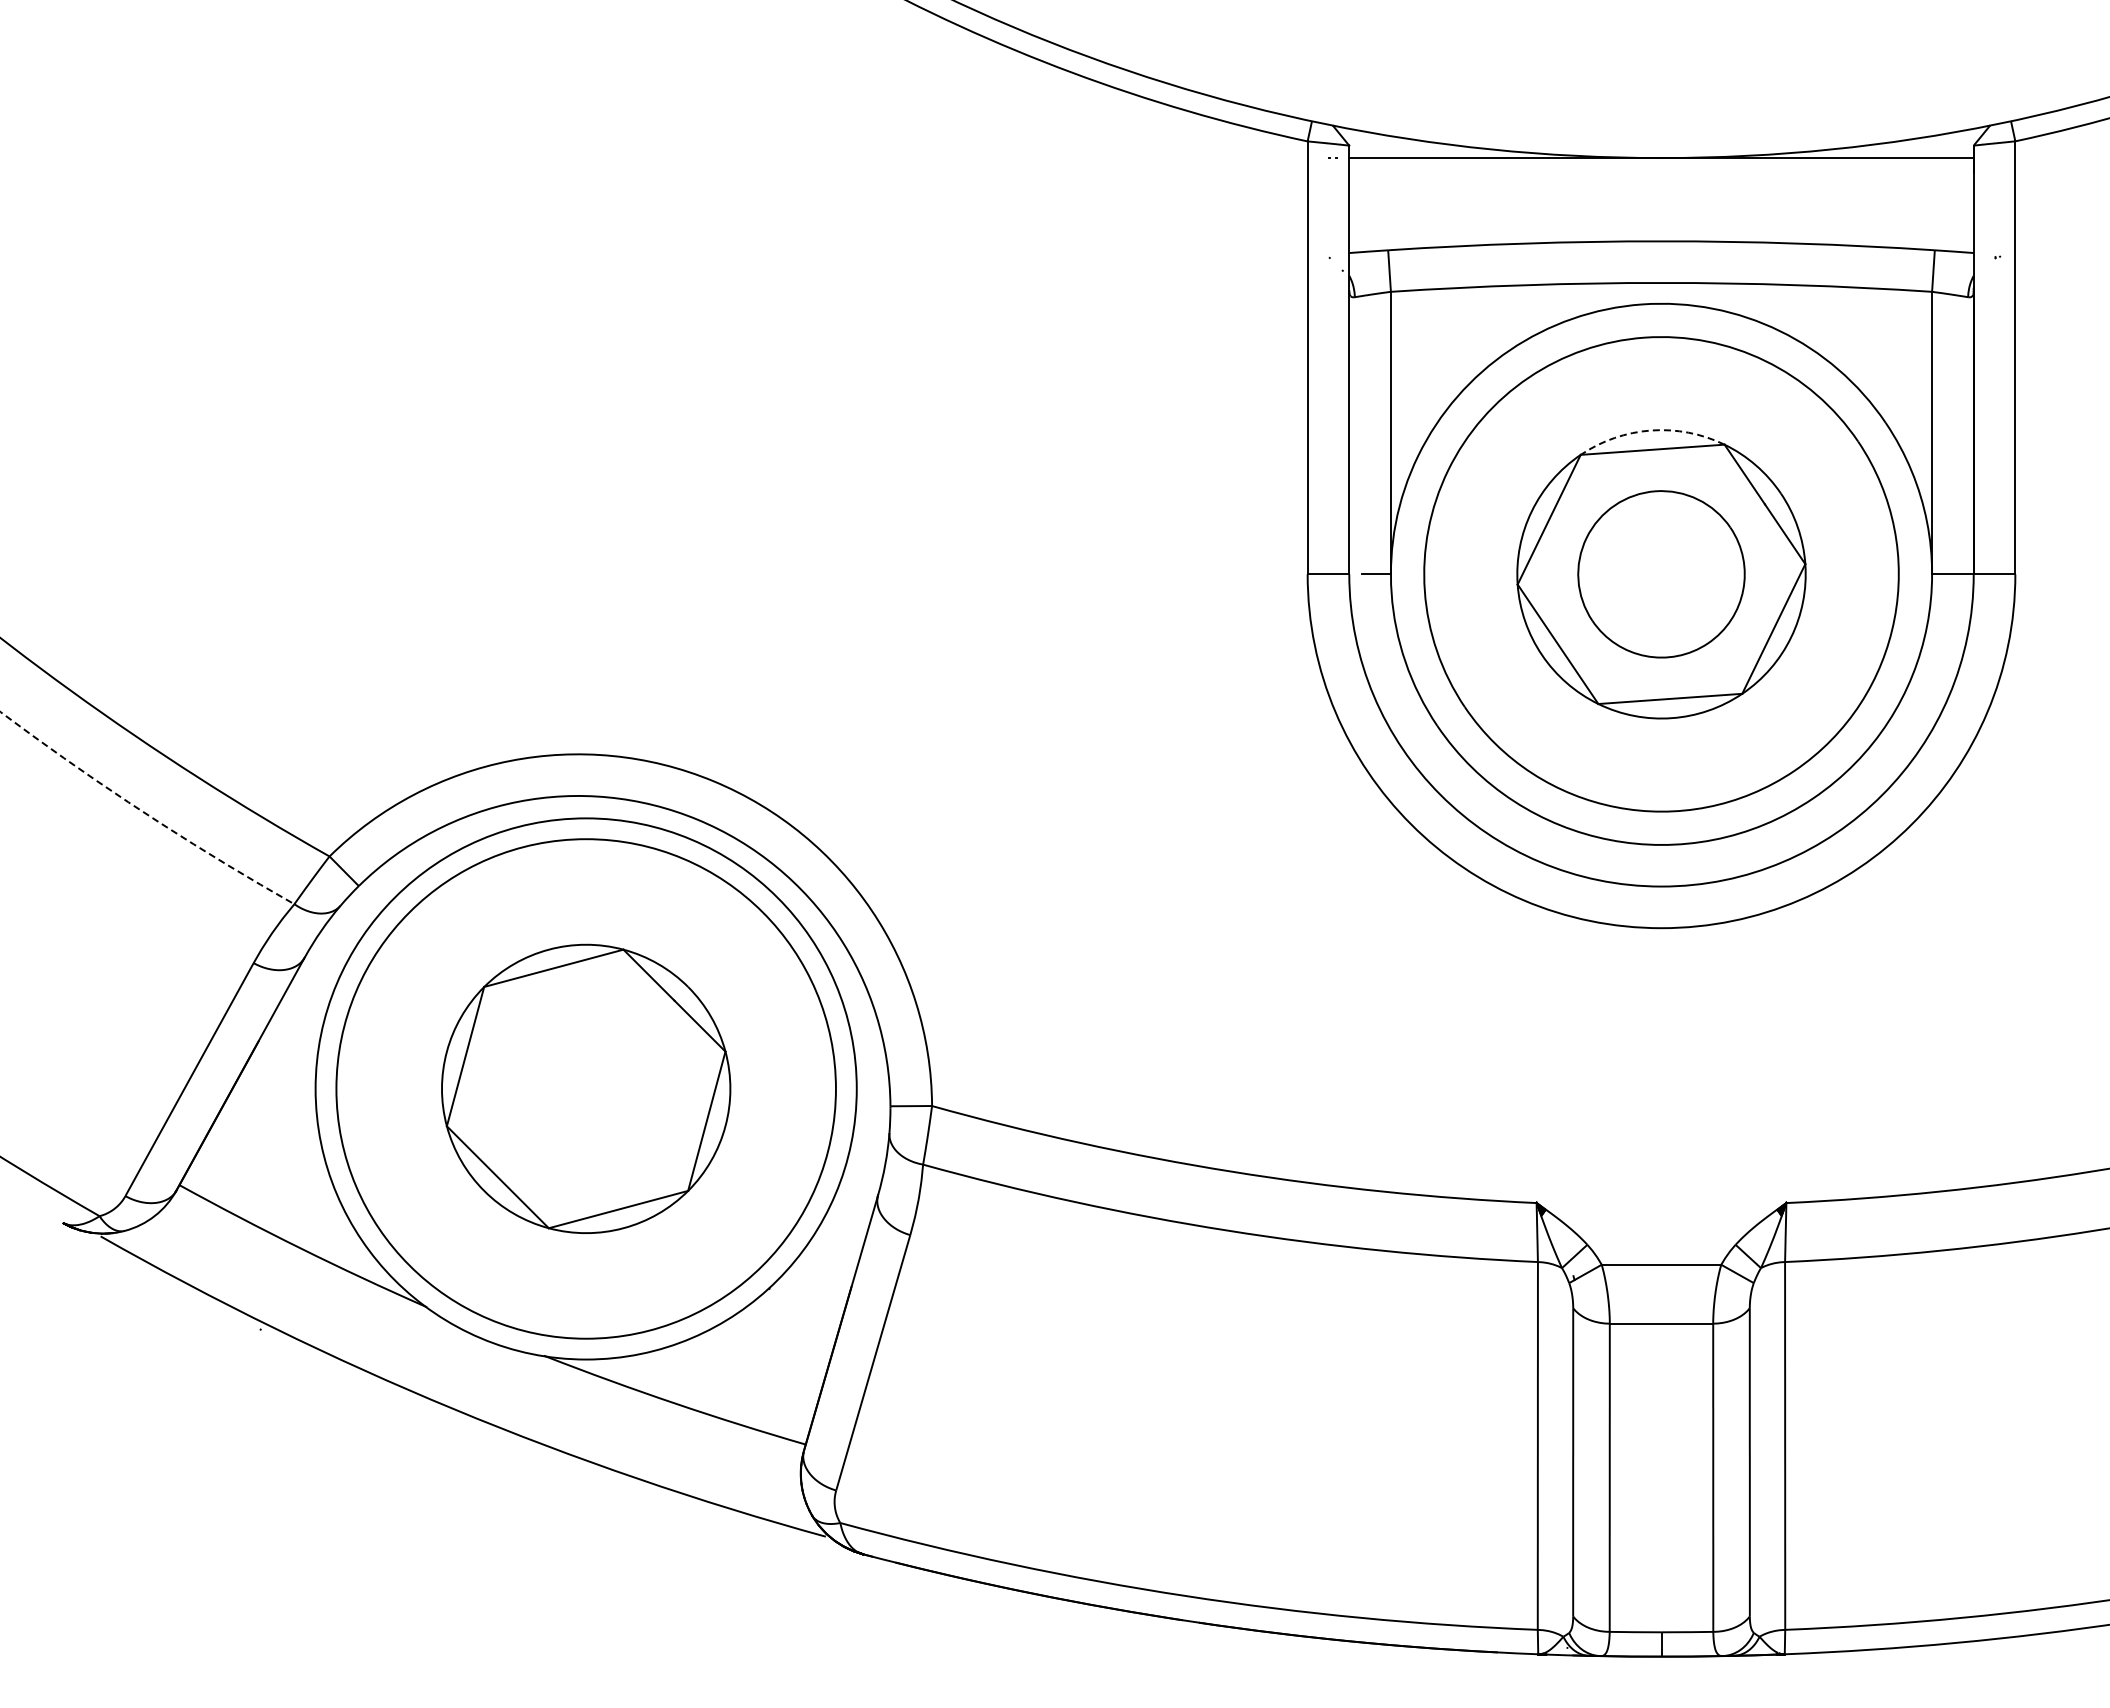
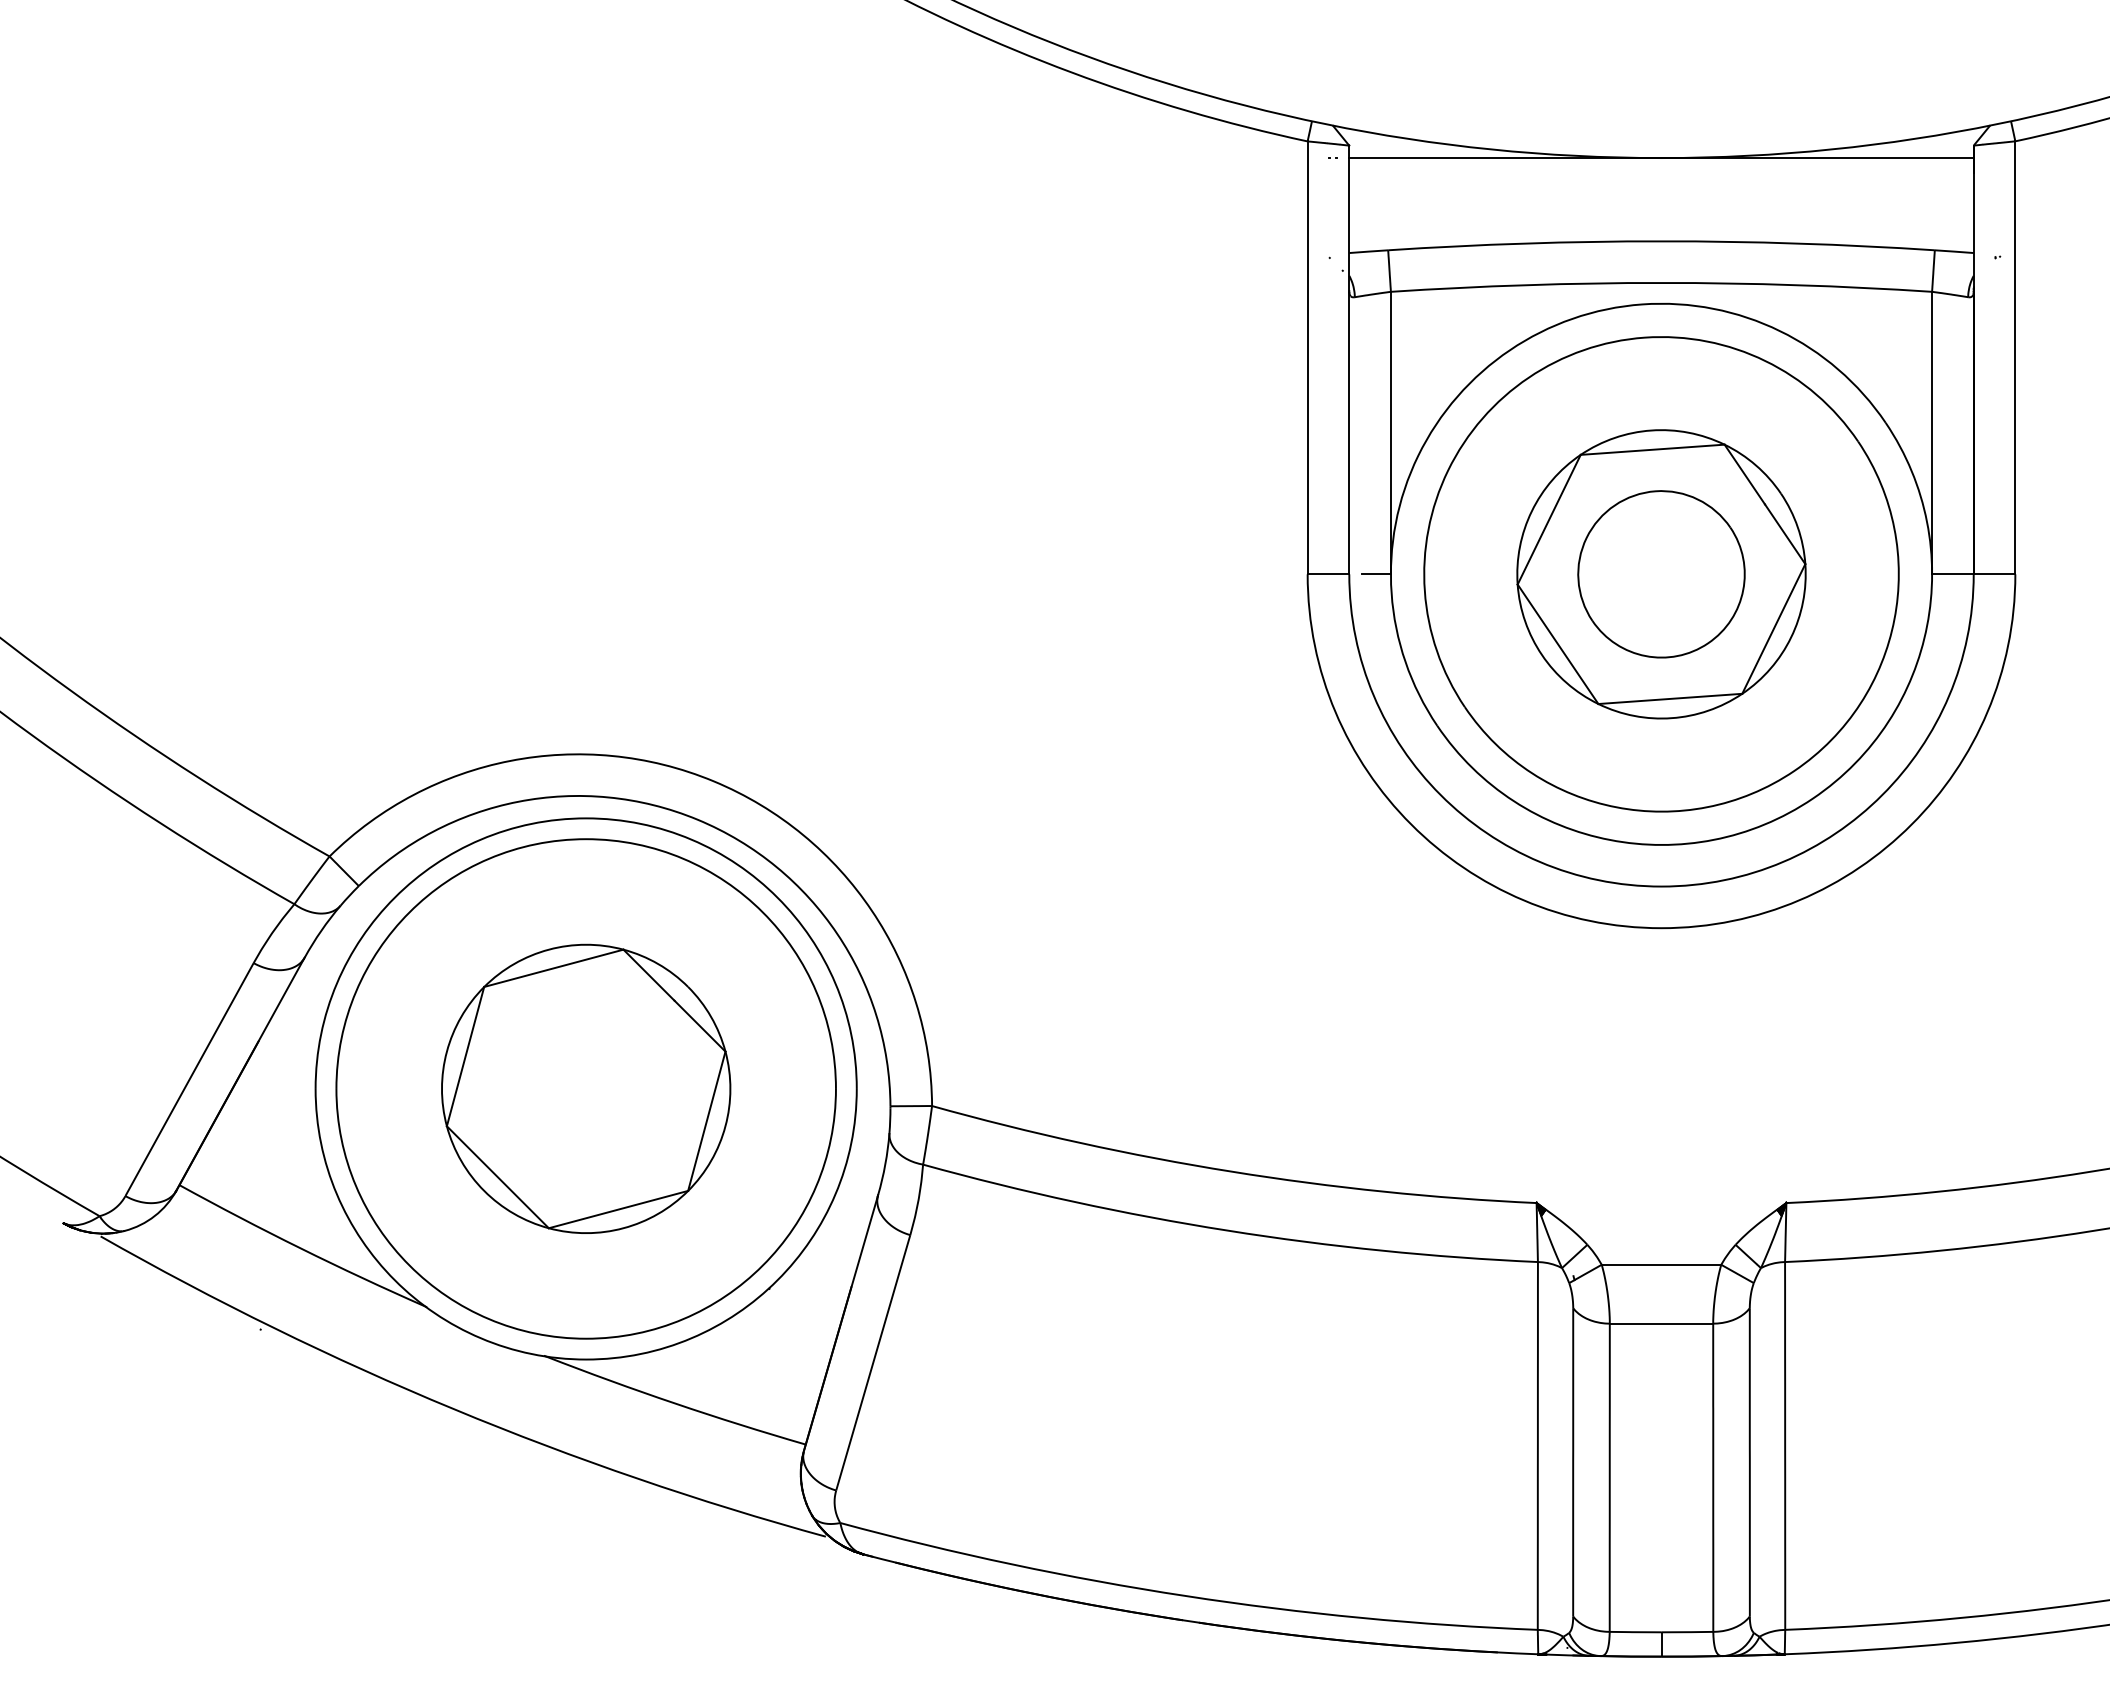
arc at (1651, 430): dashed -> solid
arc at (145, 813): dashed -> solid
